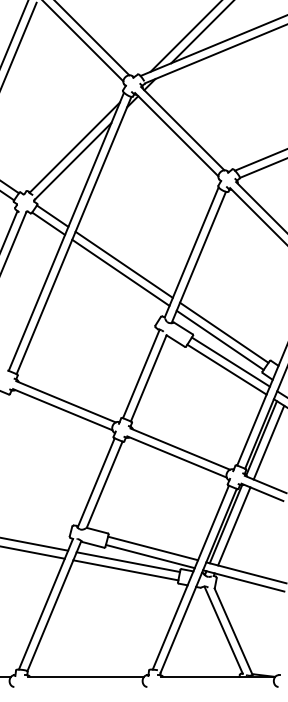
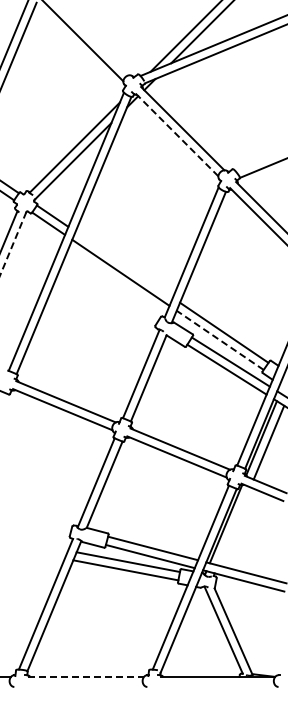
line at (92, 38): present -> none
line at (176, 134): solid -> dashed
line at (259, 160): present -> none
line at (13, 244): solid -> dashed
line at (123, 264): present -> none
line at (220, 340): solid -> dashed
line at (234, 526): present -> none
line at (35, 544): present -> none
line at (33, 552): present -> none
line at (86, 676): solid -> dashed
